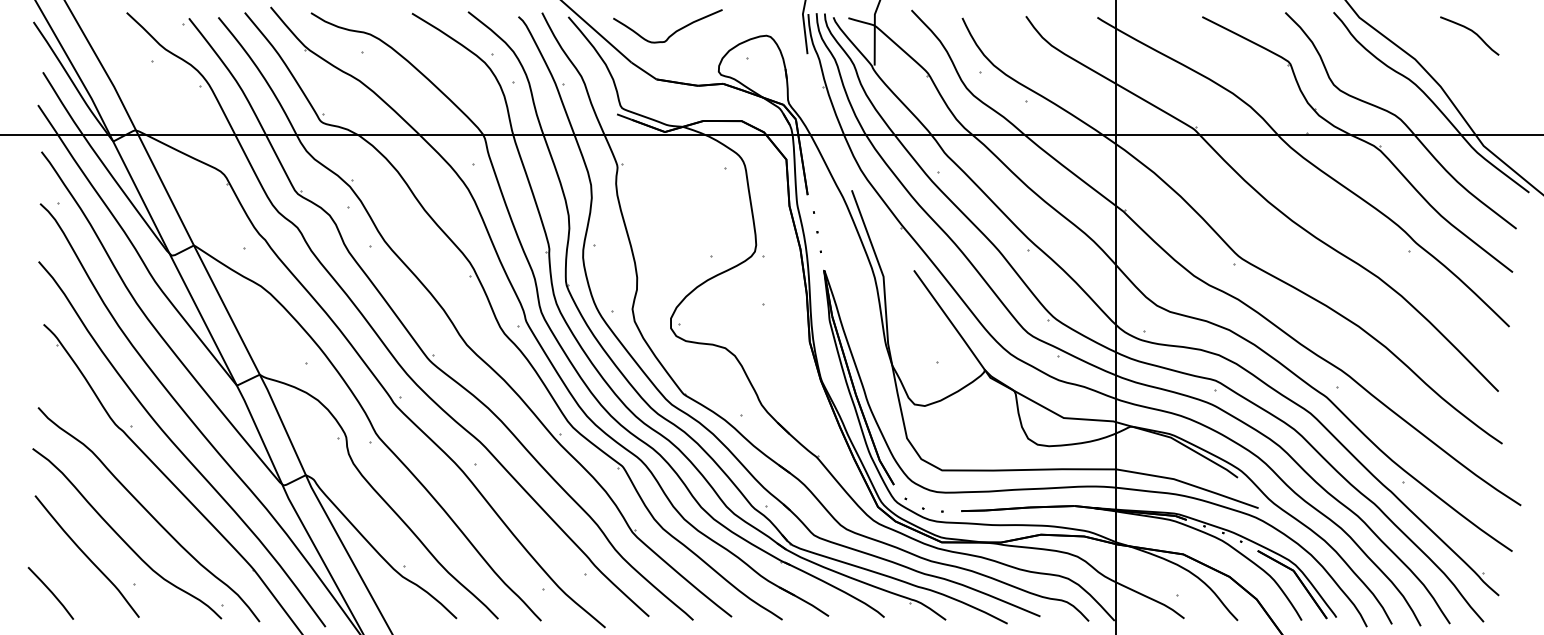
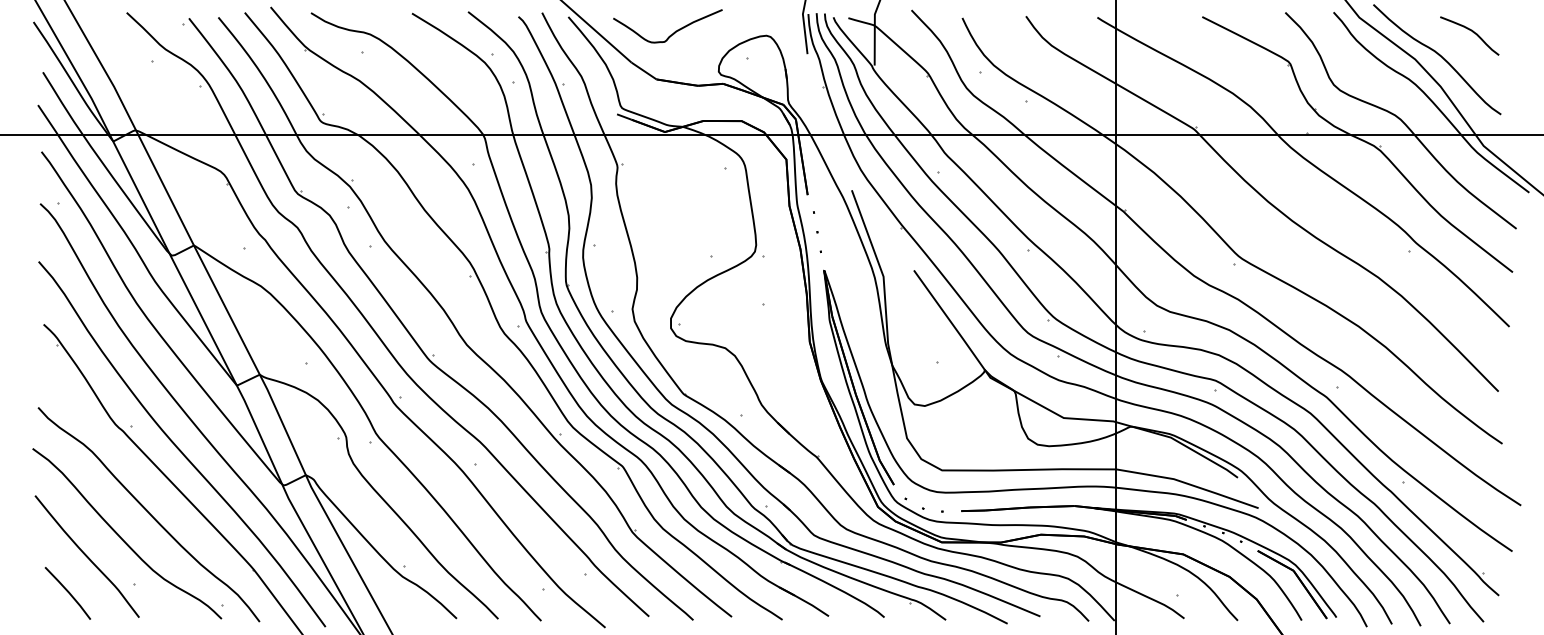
curve at (1439, 56): none -> present
line at (50, 592) position: (50, 592) -> (67, 592)
